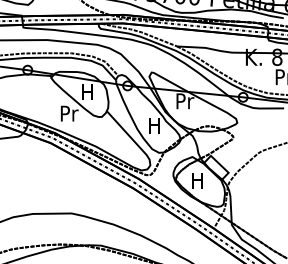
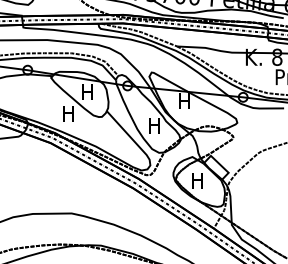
text at (185, 101): Pr -> H
text at (69, 113): Pr -> H
